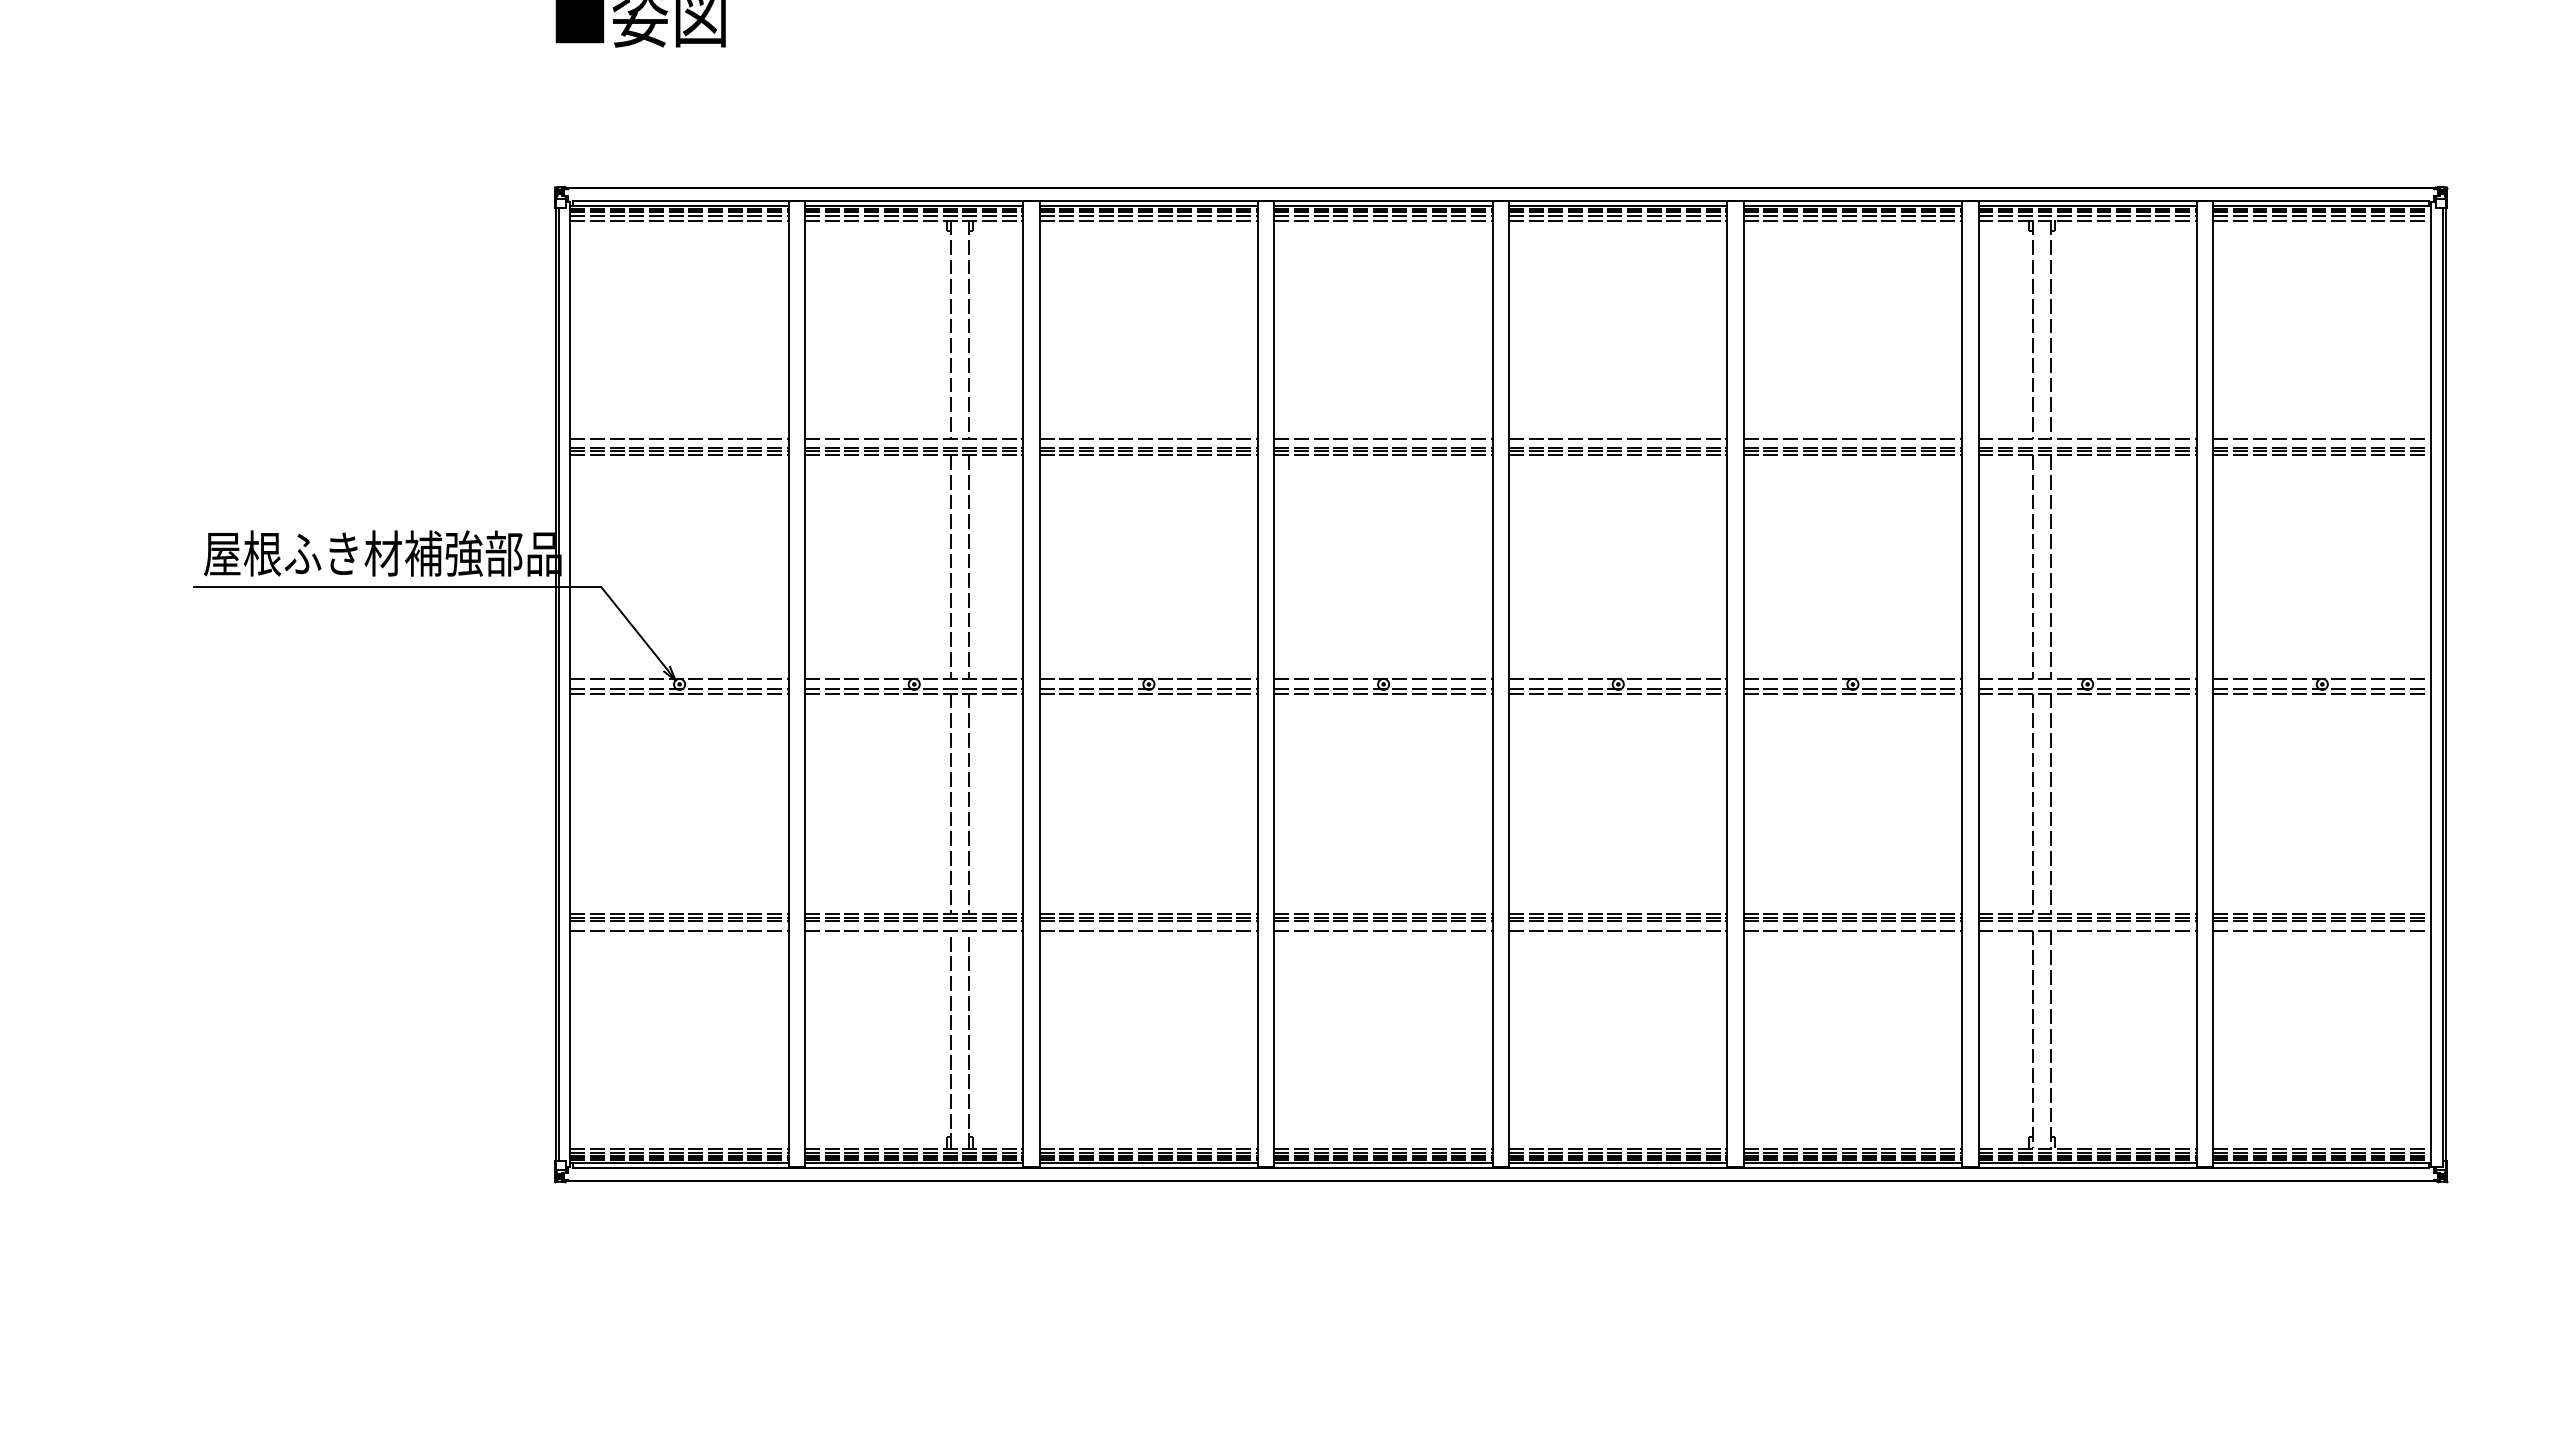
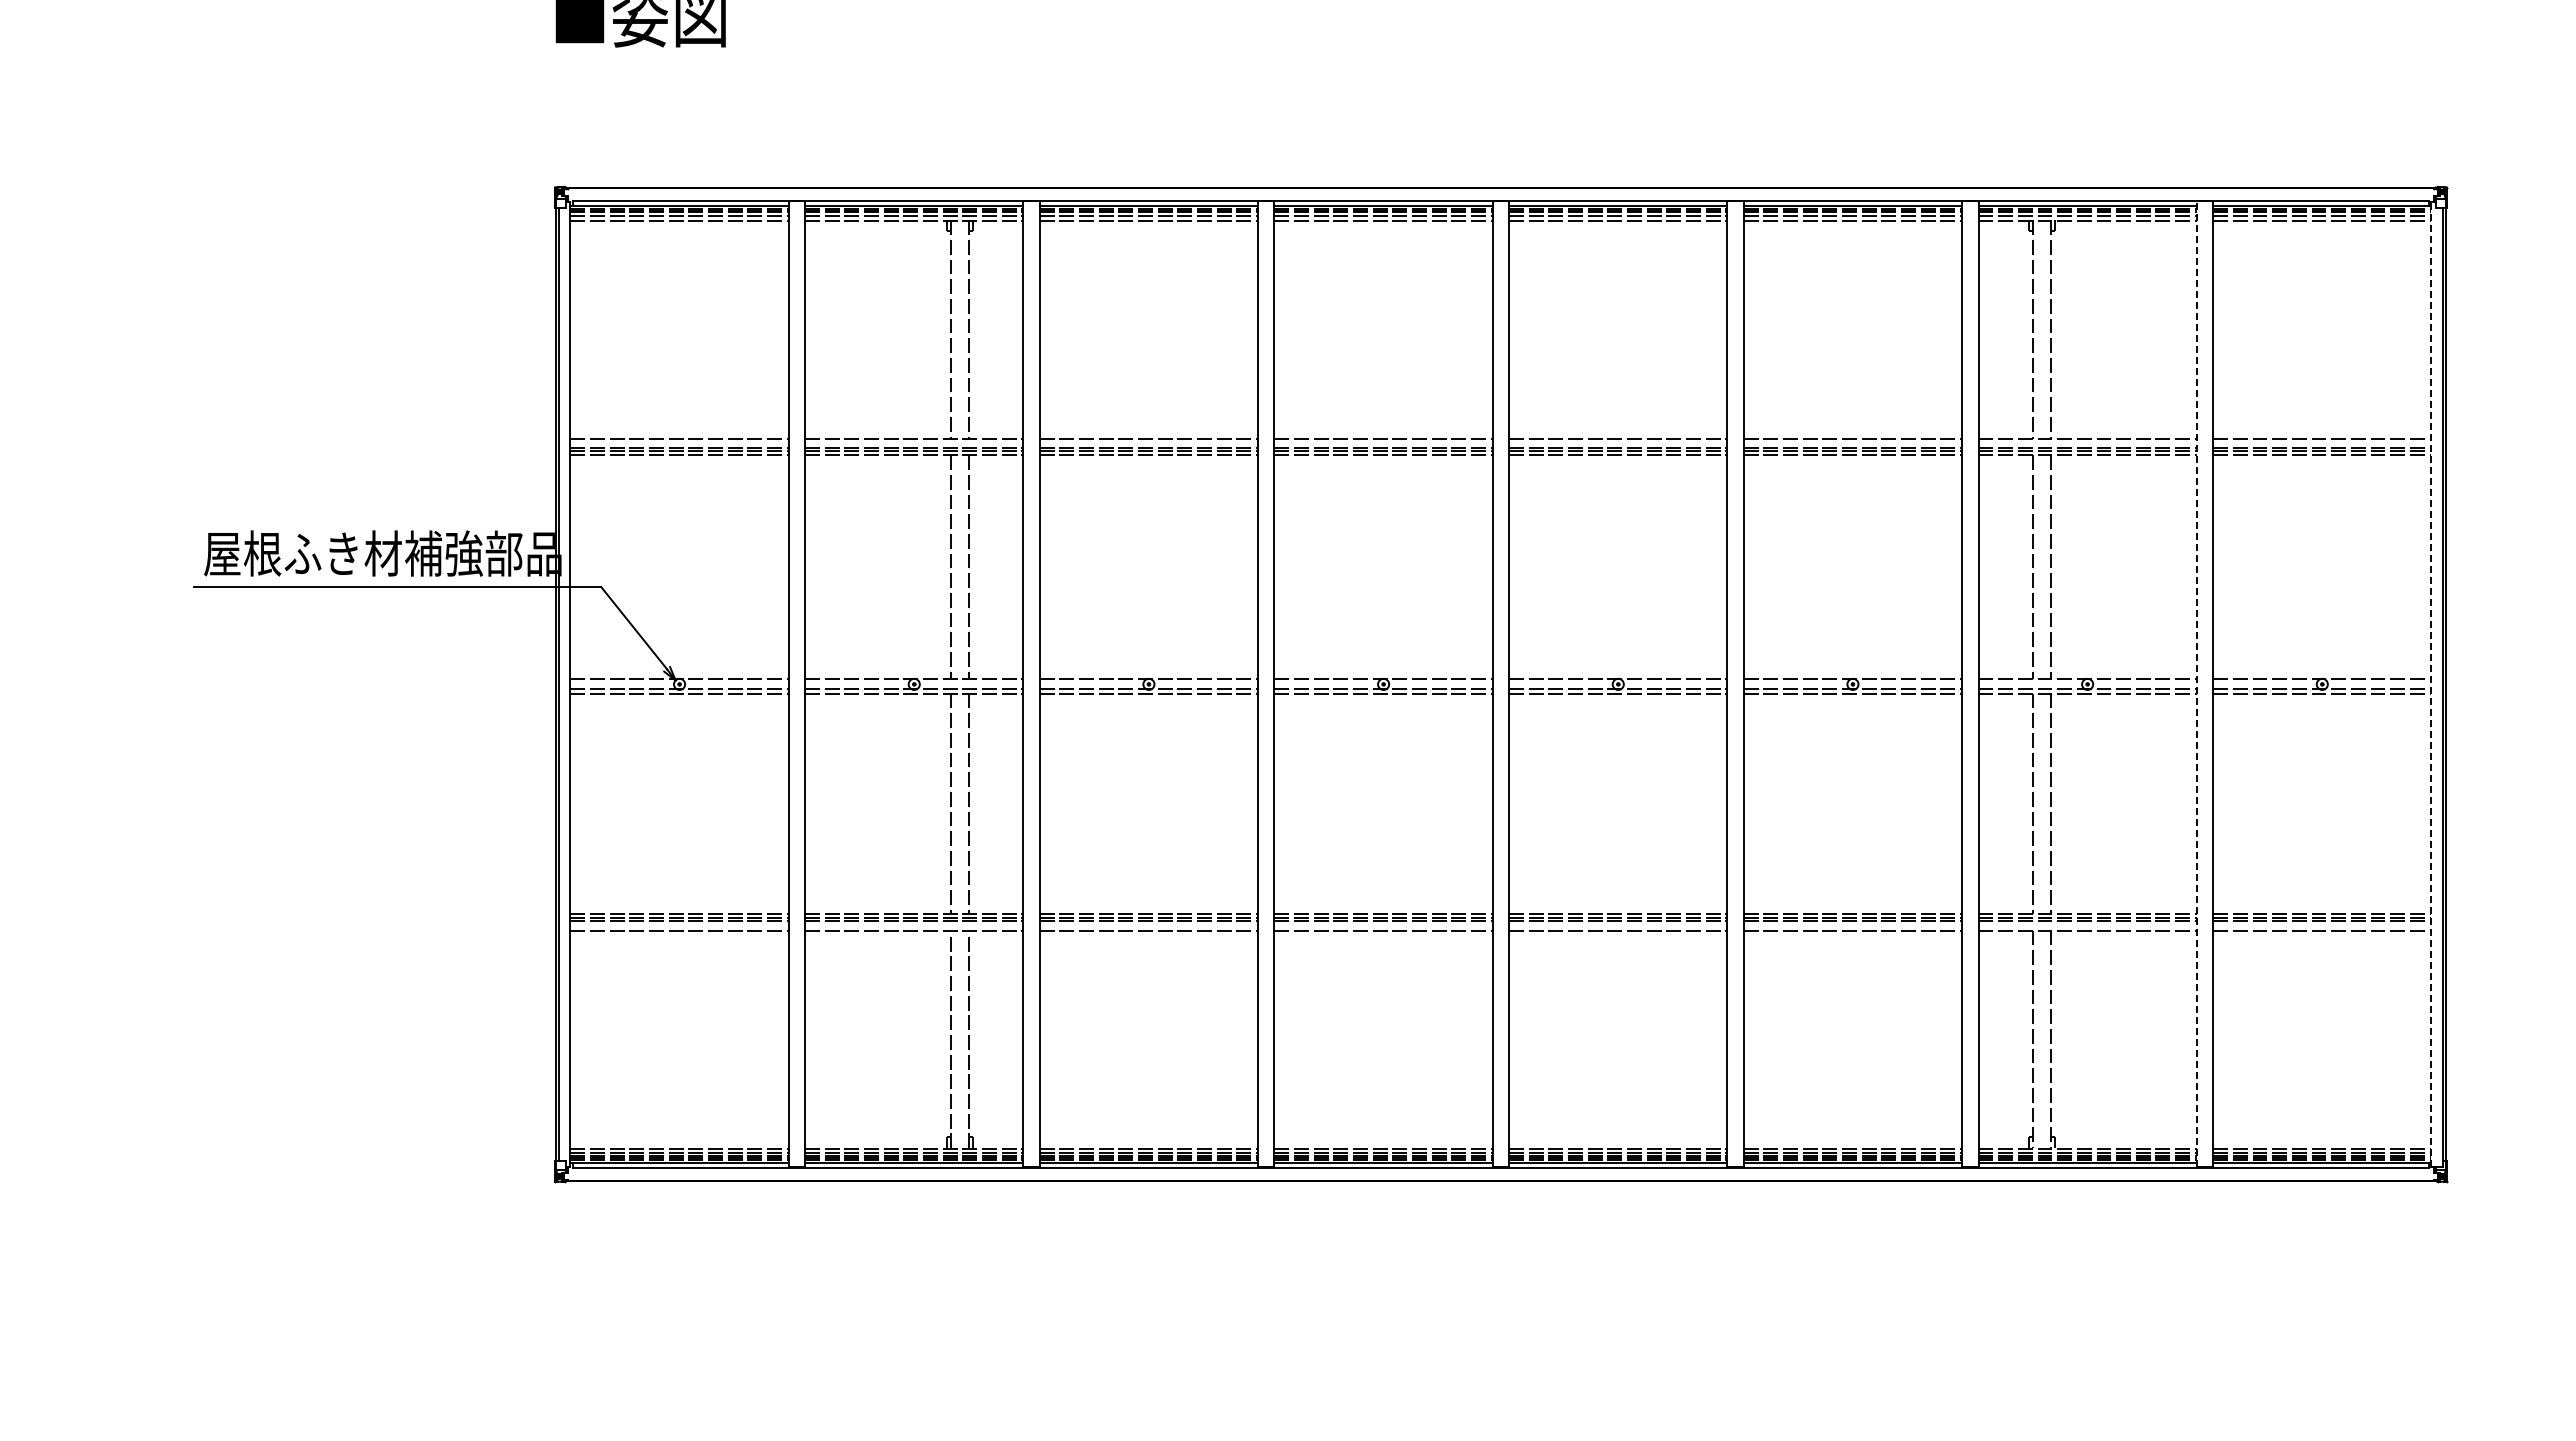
line at (2196, 684): solid -> dashed
line at (2431, 684): solid -> dashed
